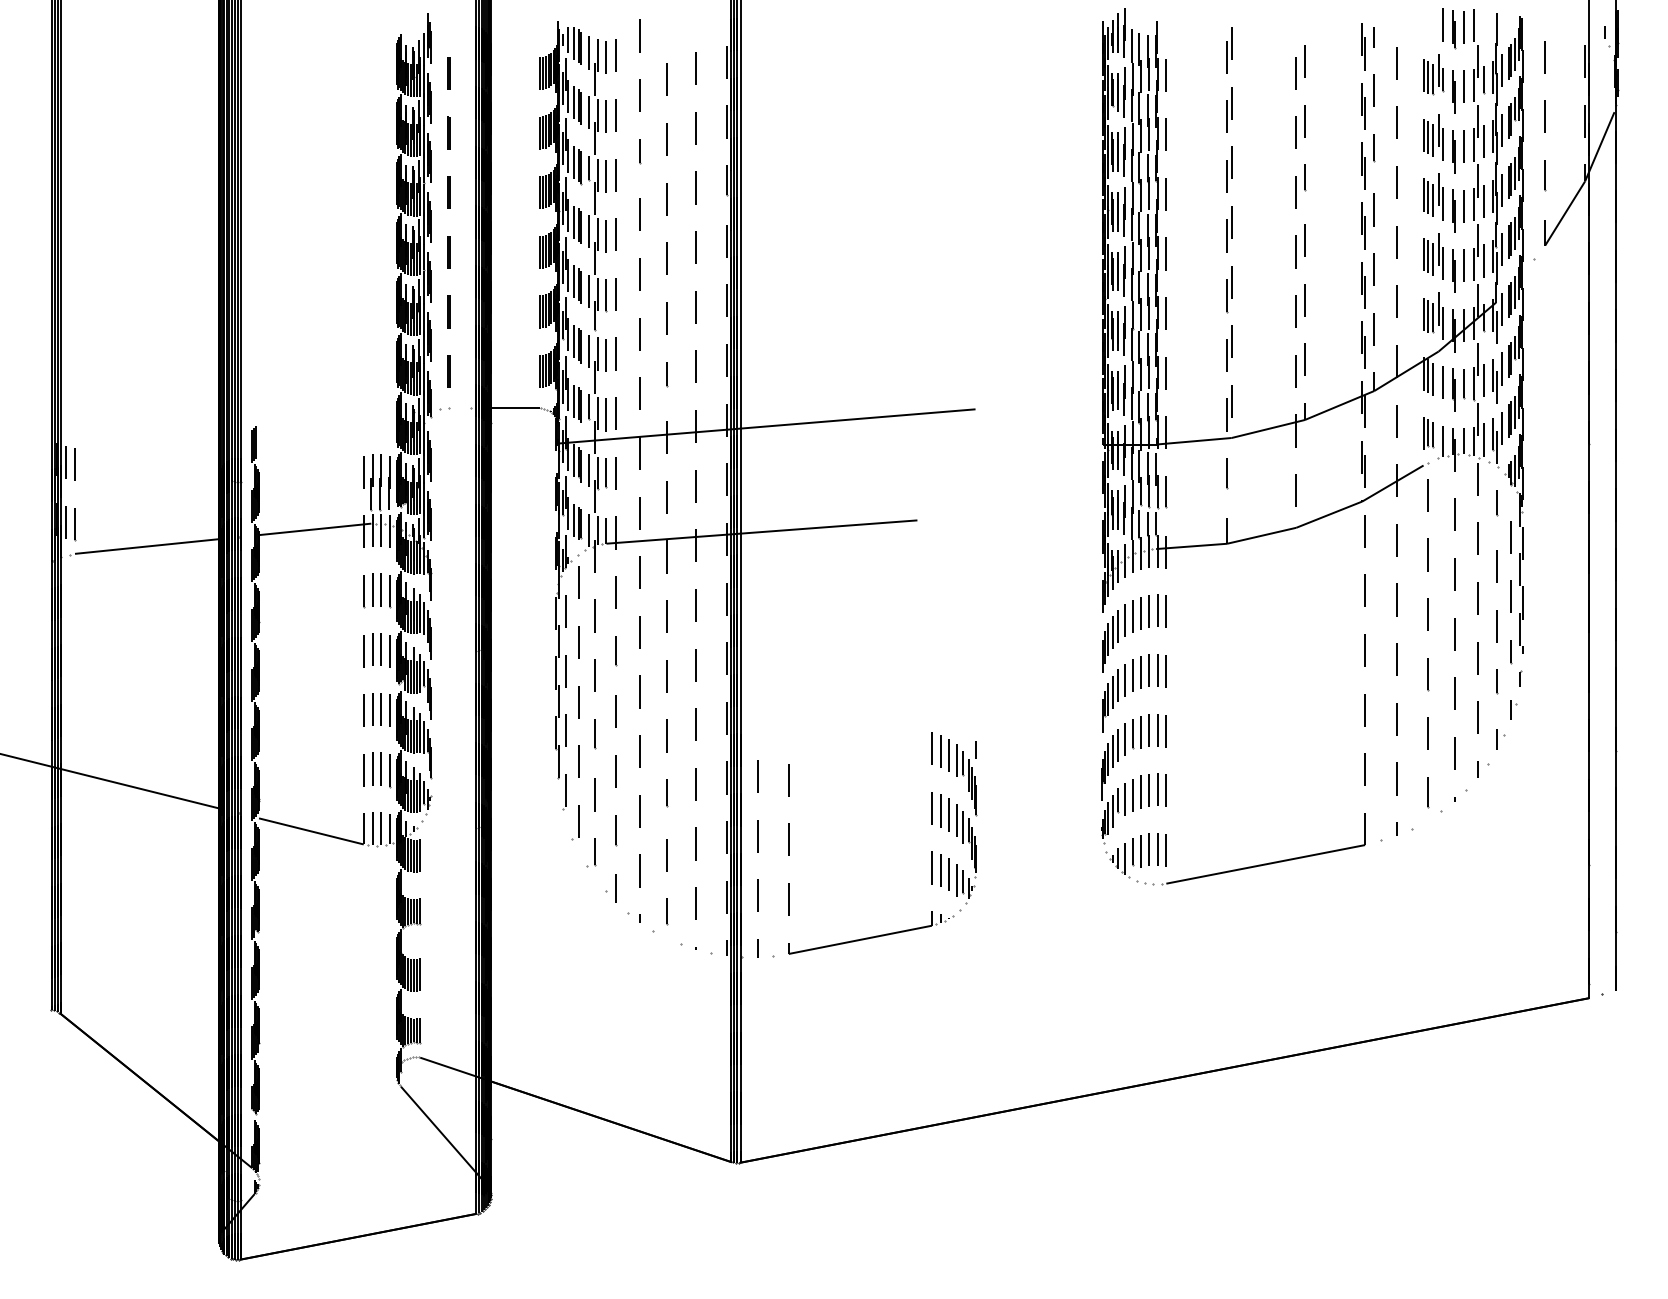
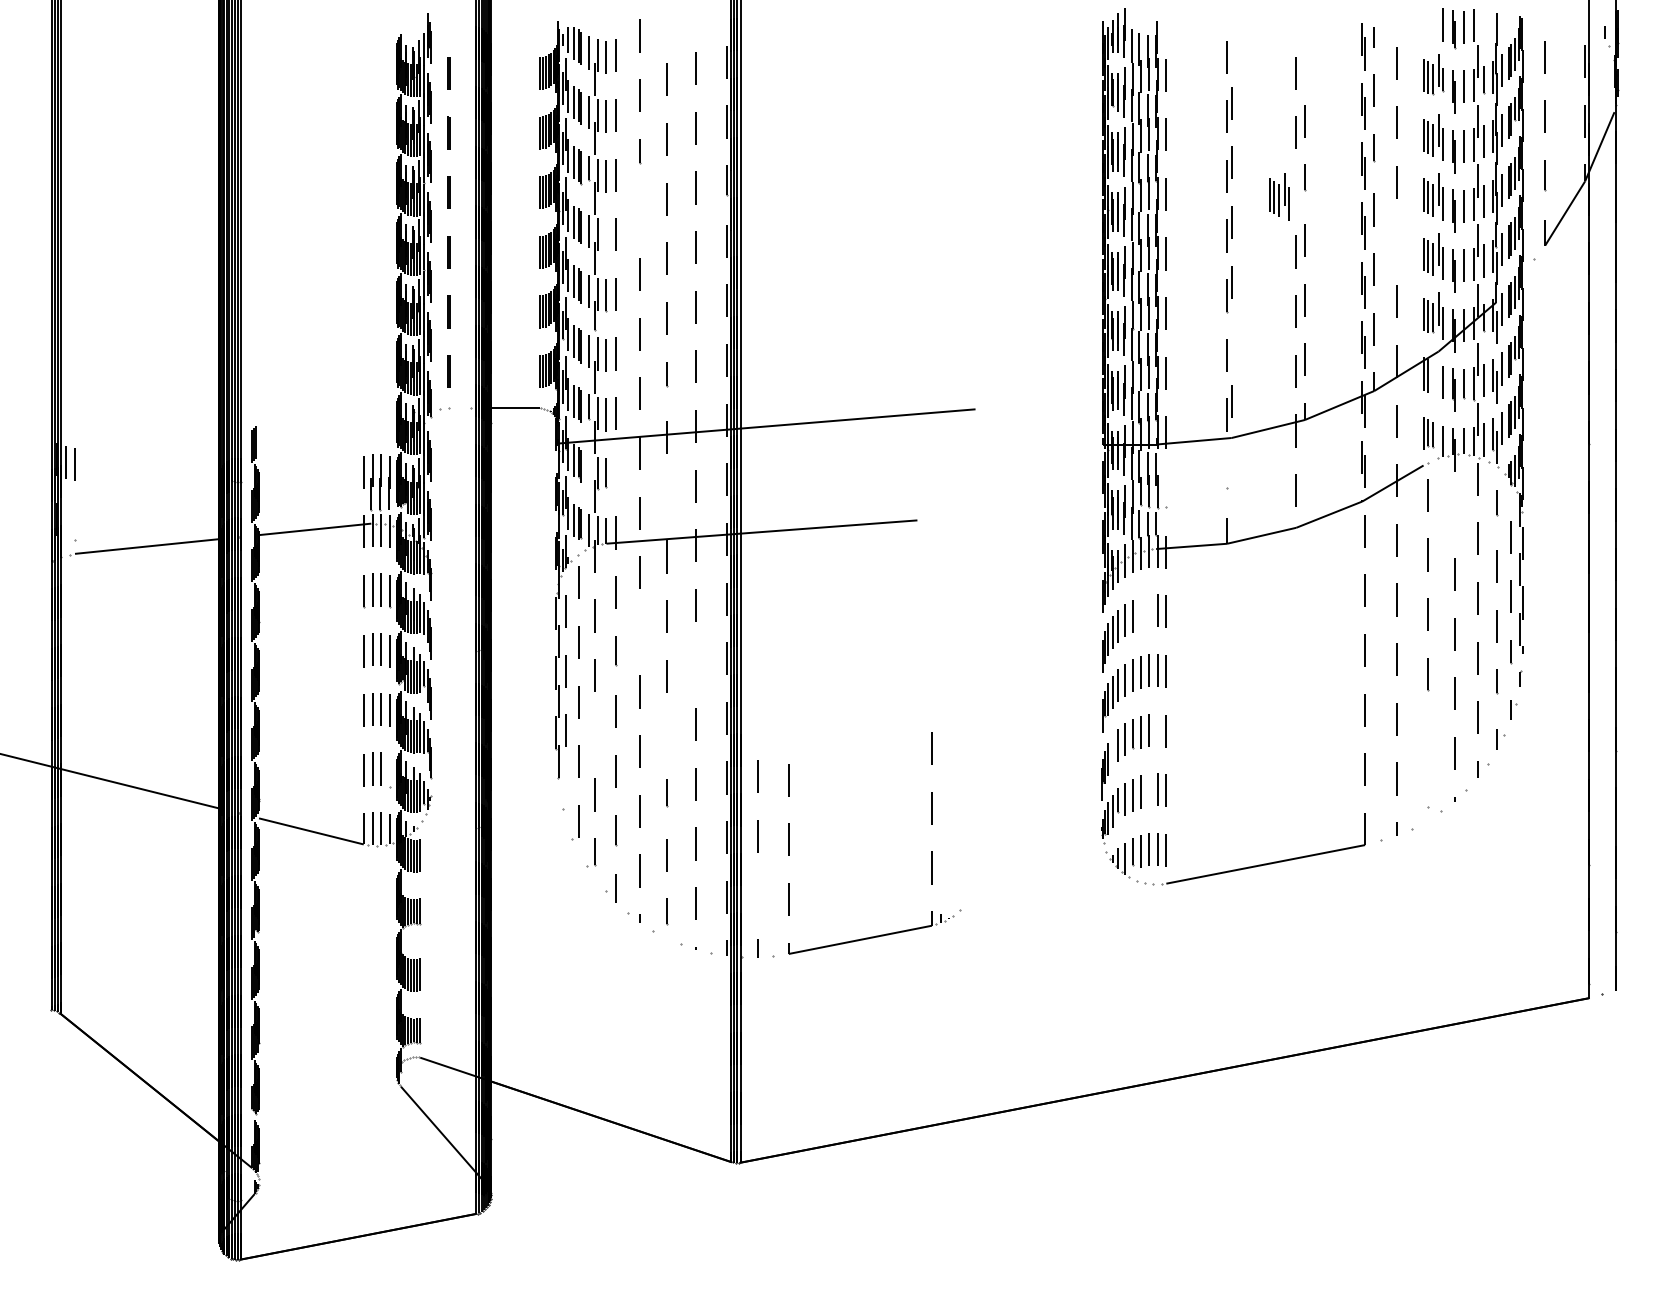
line at (1231, 43): present -> none
line at (1304, 61): present -> none
line at (1296, 191): present -> none
part at (1279, 196): none -> present
line at (639, 214): present -> none
line at (606, 235): present -> none
line at (1397, 241): present -> none
line at (1231, 341): present -> none
line at (1432, 378): present -> none
line at (589, 470): present -> none
line at (615, 472): present -> none
line at (1227, 472): present -> none
line at (1166, 491): present -> none
line at (666, 497): present -> none
line at (1454, 514): present -> none
line at (65, 521): present -> none
line at (75, 523): present -> none
line at (1149, 610): present -> none
line at (1140, 612): present -> none
line at (639, 632): present -> none
line at (696, 664): present -> none
line at (1157, 729): present -> none
line at (1427, 733): present -> none
line at (595, 734): present -> none
line at (666, 735): present -> none
line at (1112, 751): present -> none
line at (390, 769): present -> none
line at (1149, 789): present -> none
line at (566, 790): present -> none
line at (1427, 792): present -> none
part at (958, 819): present -> none
line at (757, 895): present -> none
